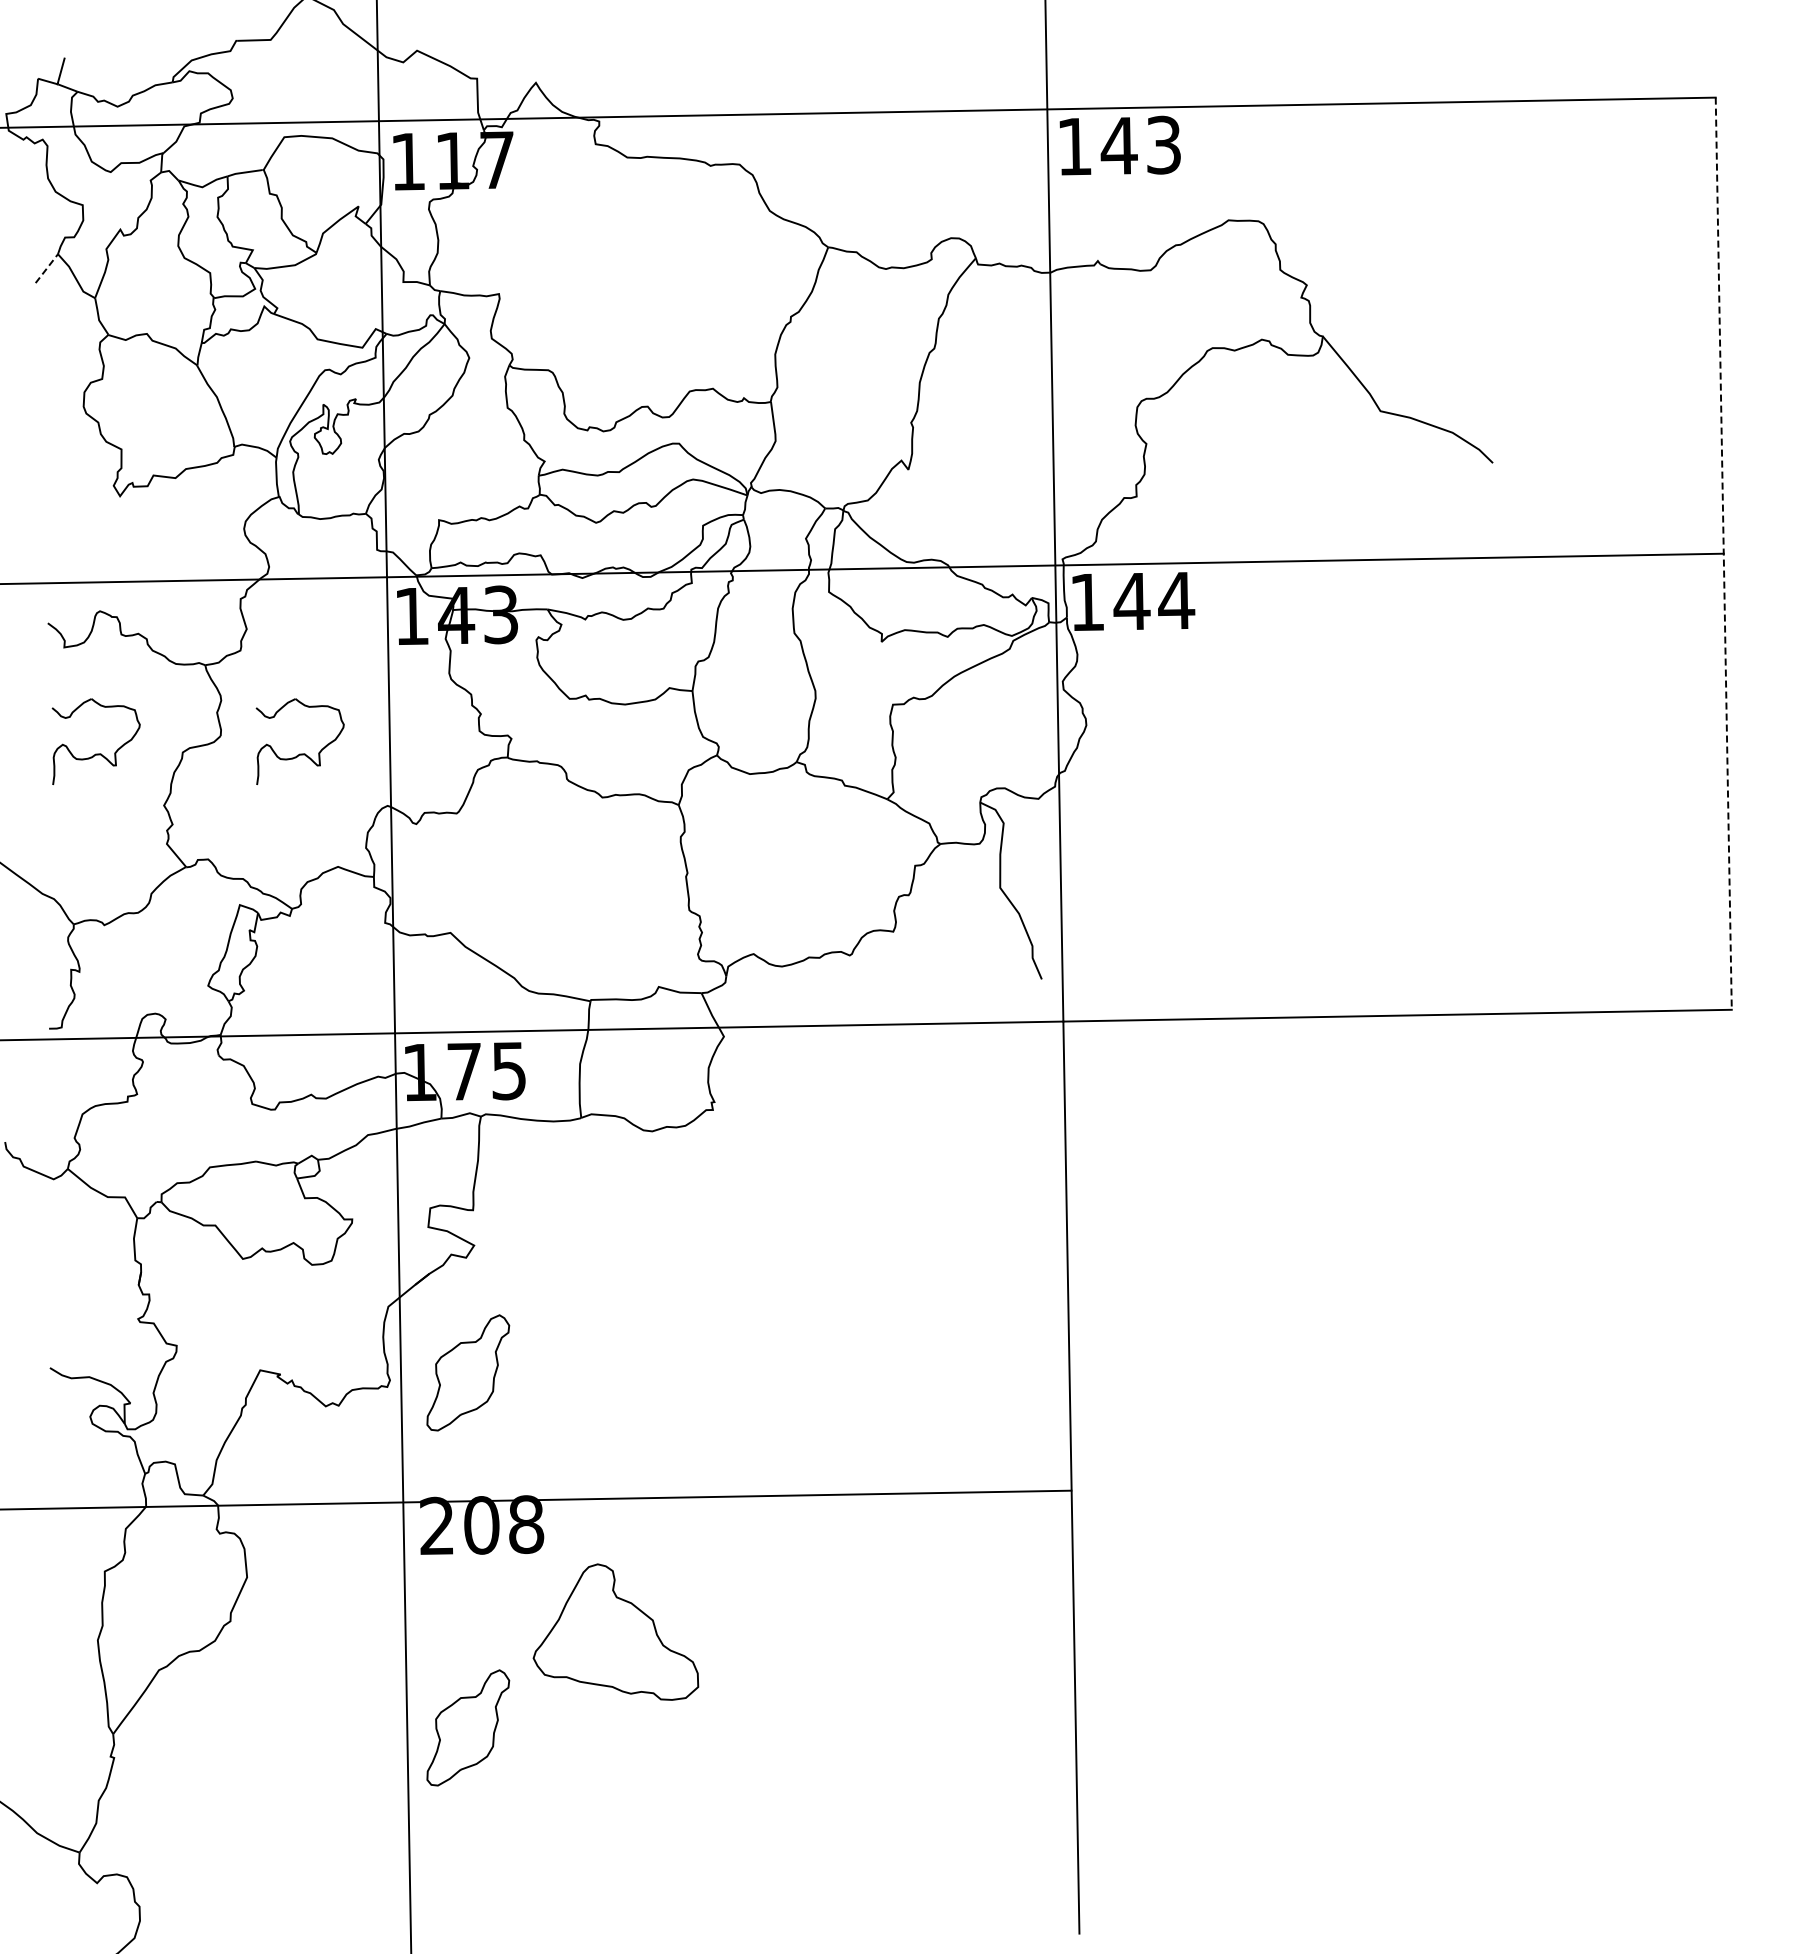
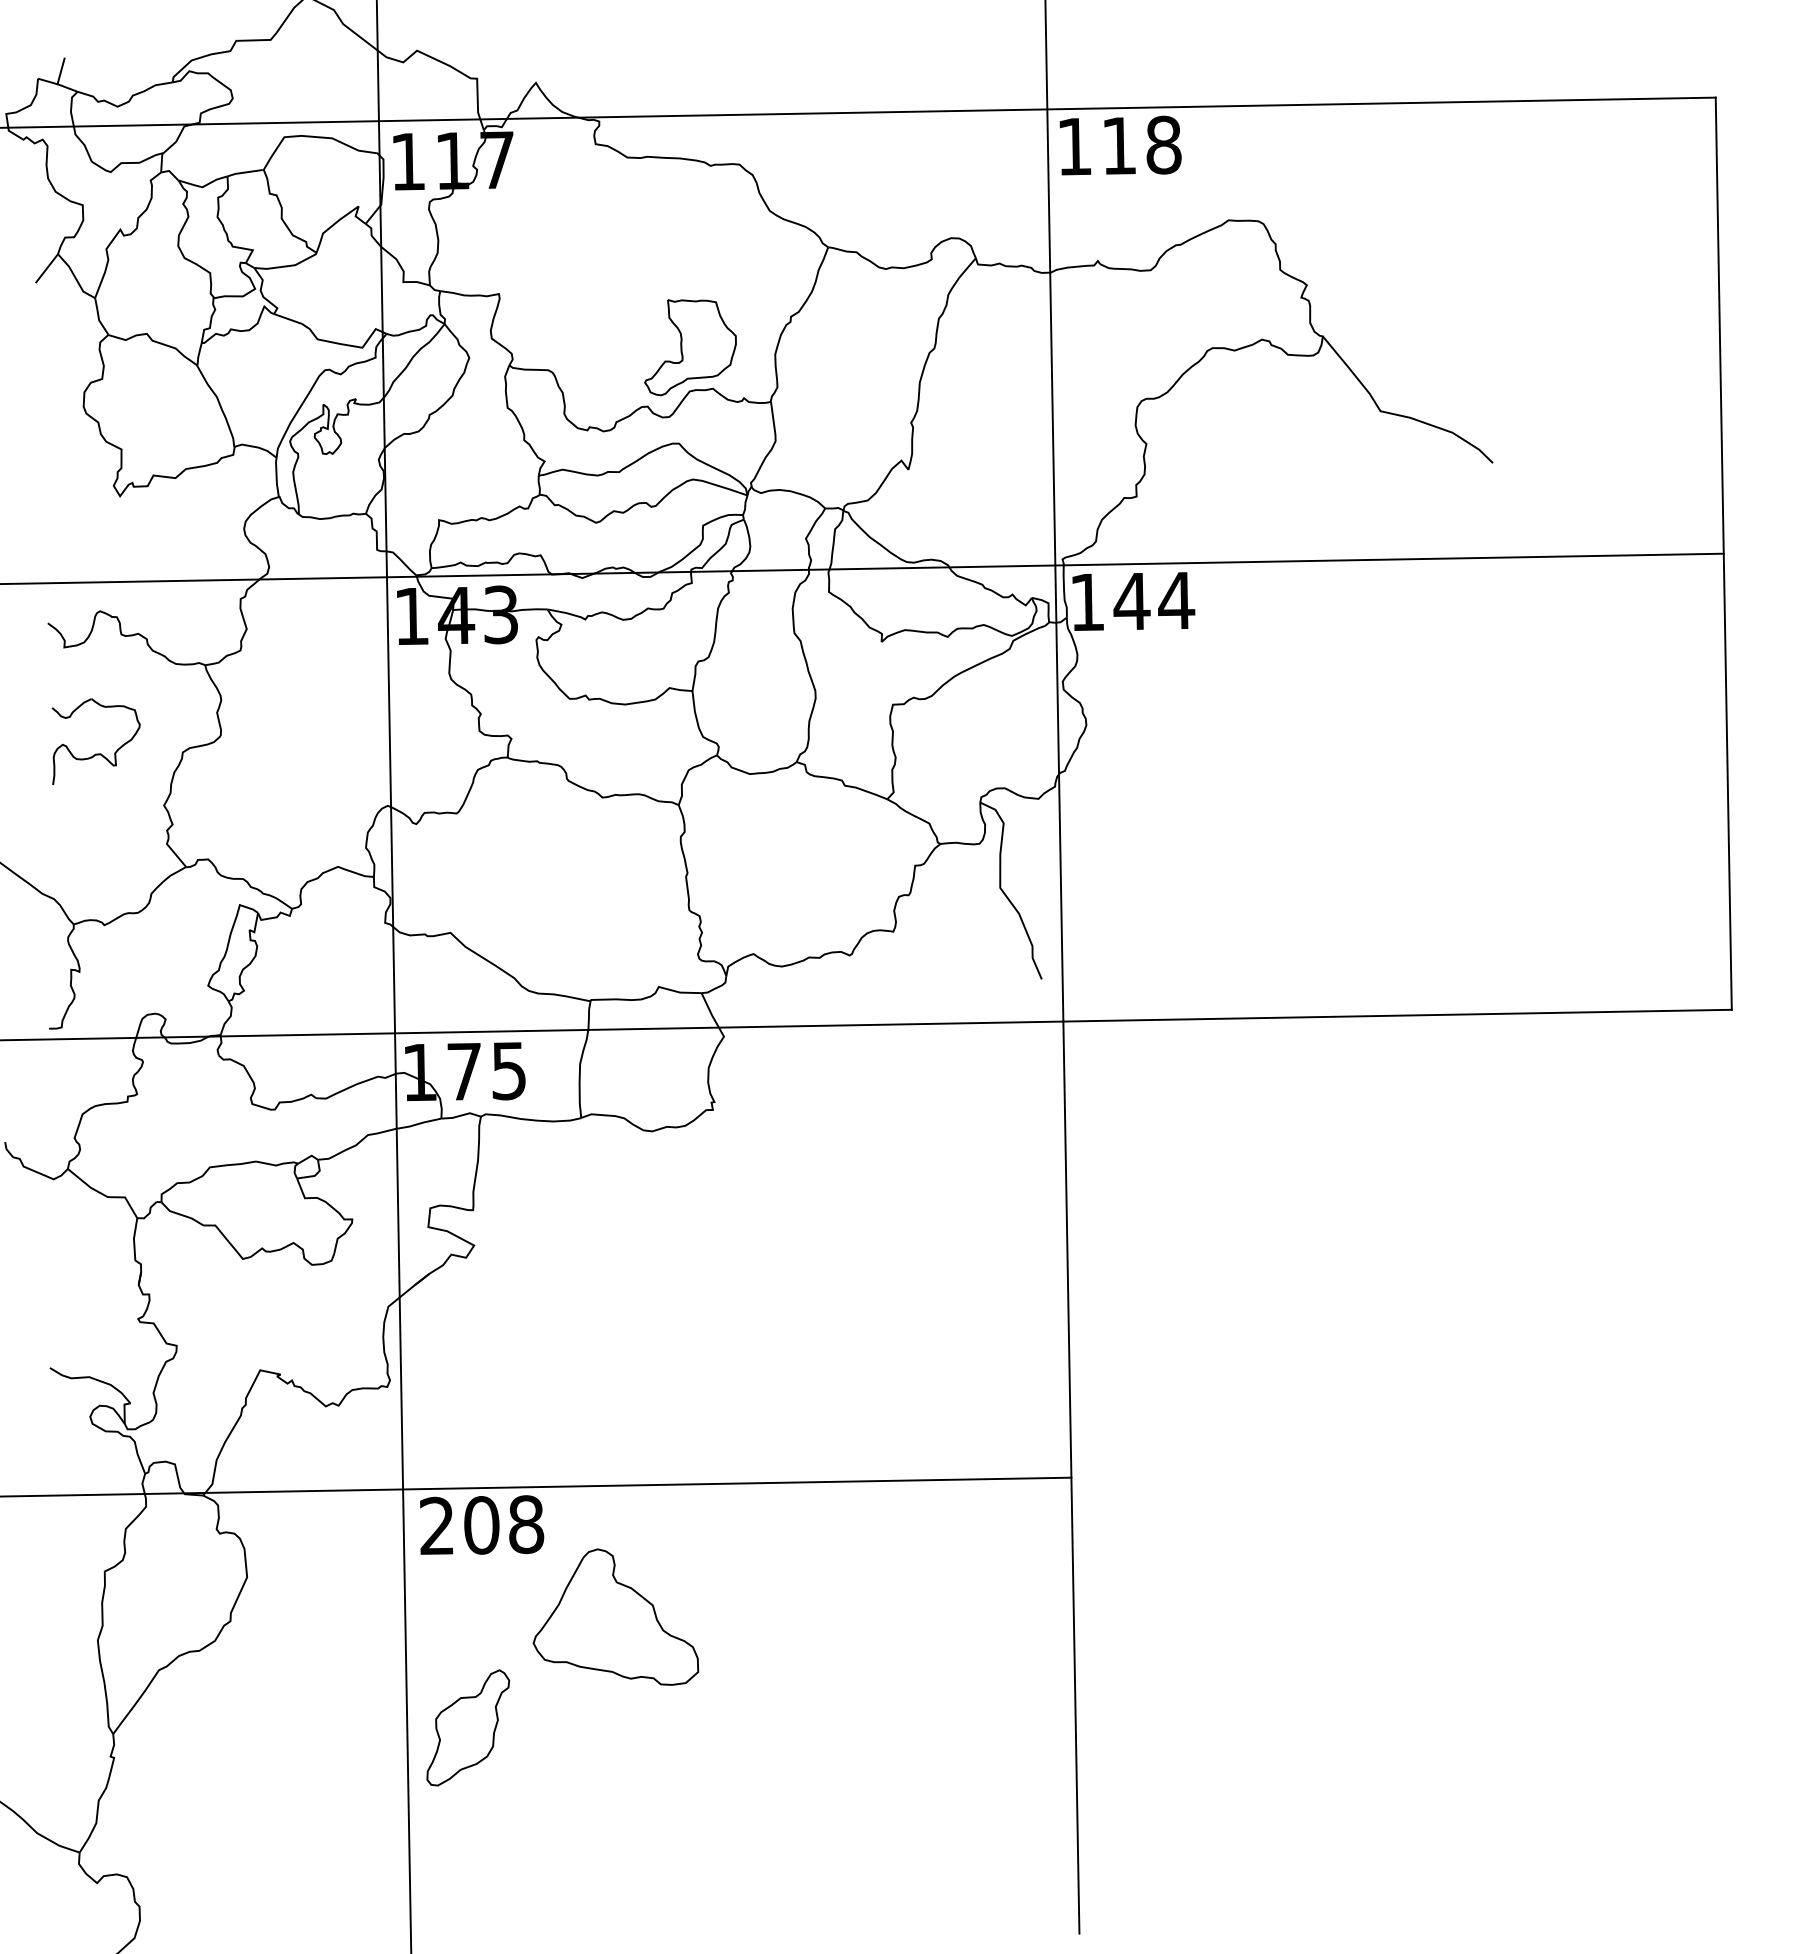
text at (1140, 144): 143 -> 118
line at (47, 268): dashed -> solid
part at (690, 347): none -> present
line at (1723, 554): dashed -> solid
part at (299, 753): present -> none
part at (468, 1372): present -> none
line at (536, 1499) position: (536, 1499) -> (536, 1486)
part at (615, 1631) position: (615, 1631) -> (615, 1616)
